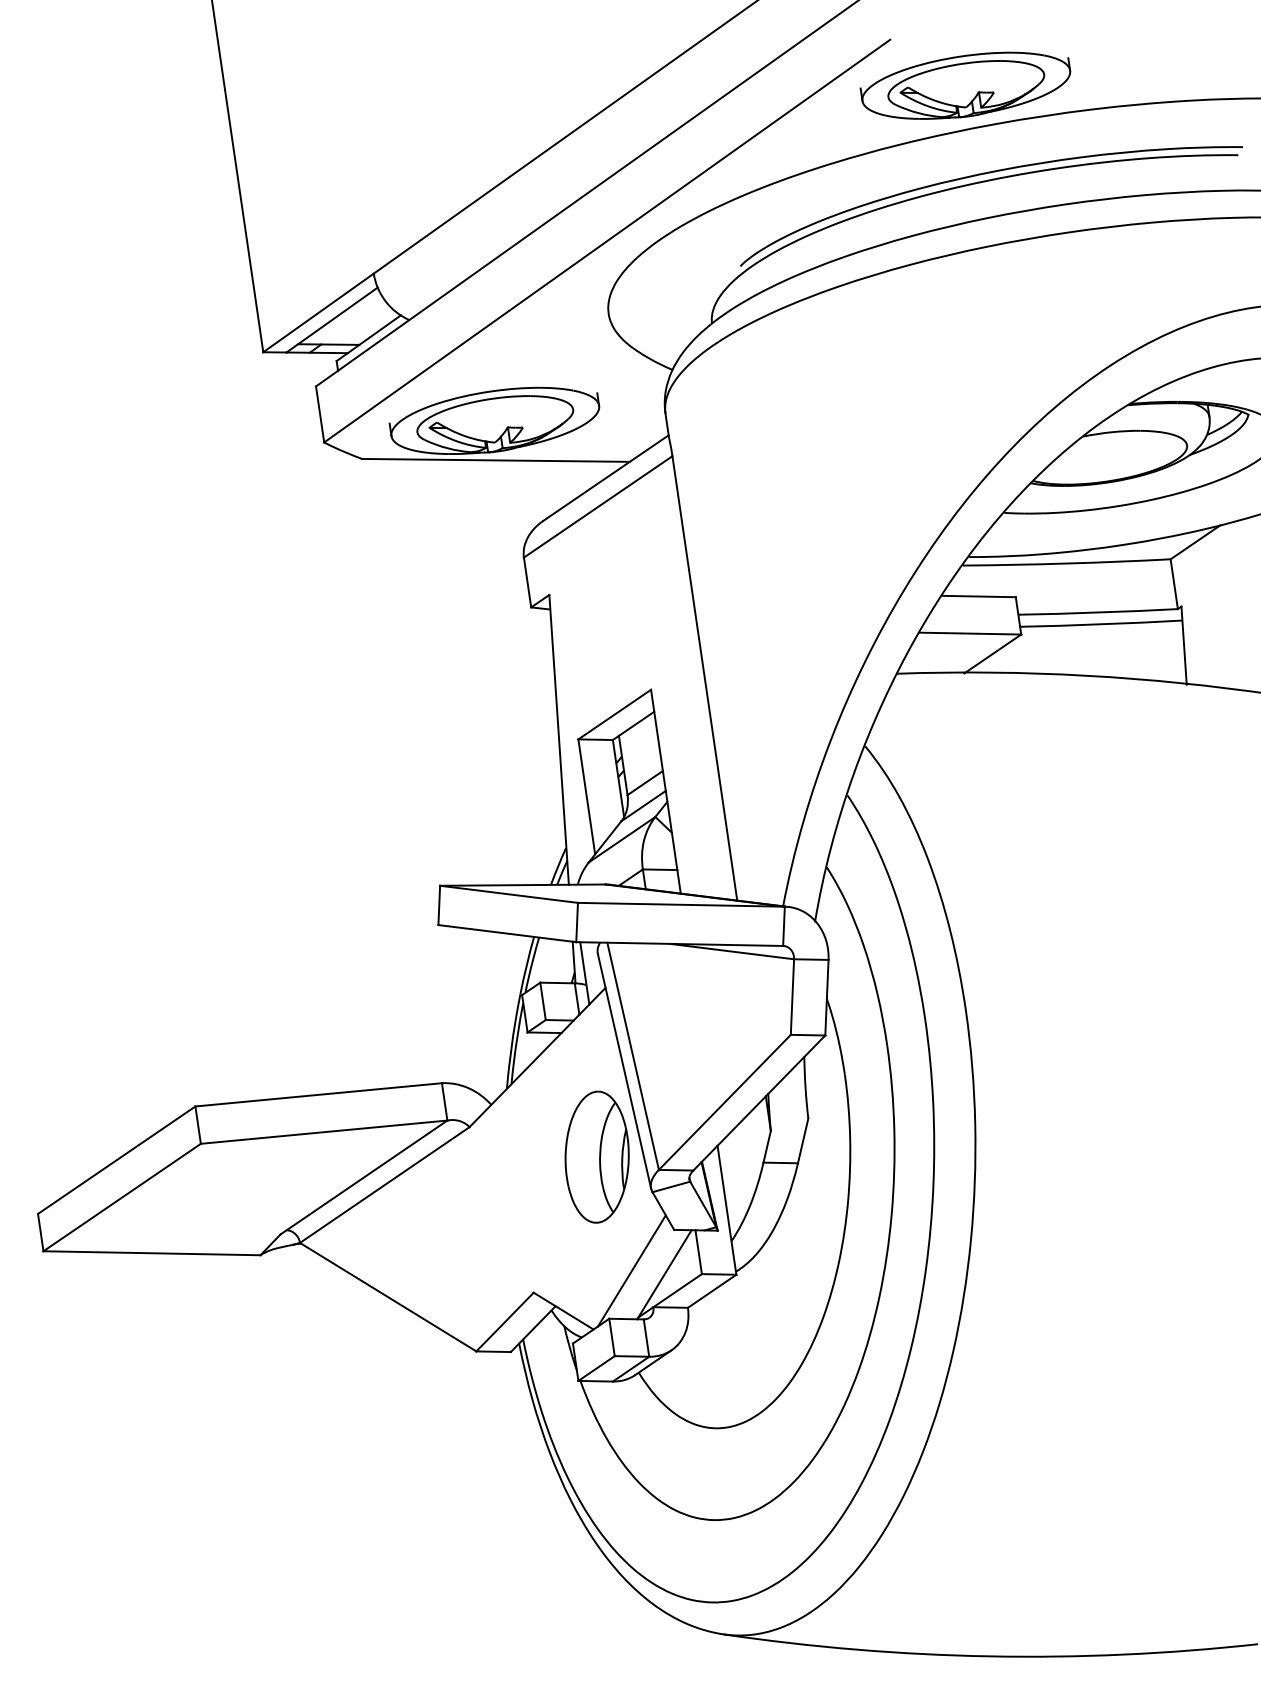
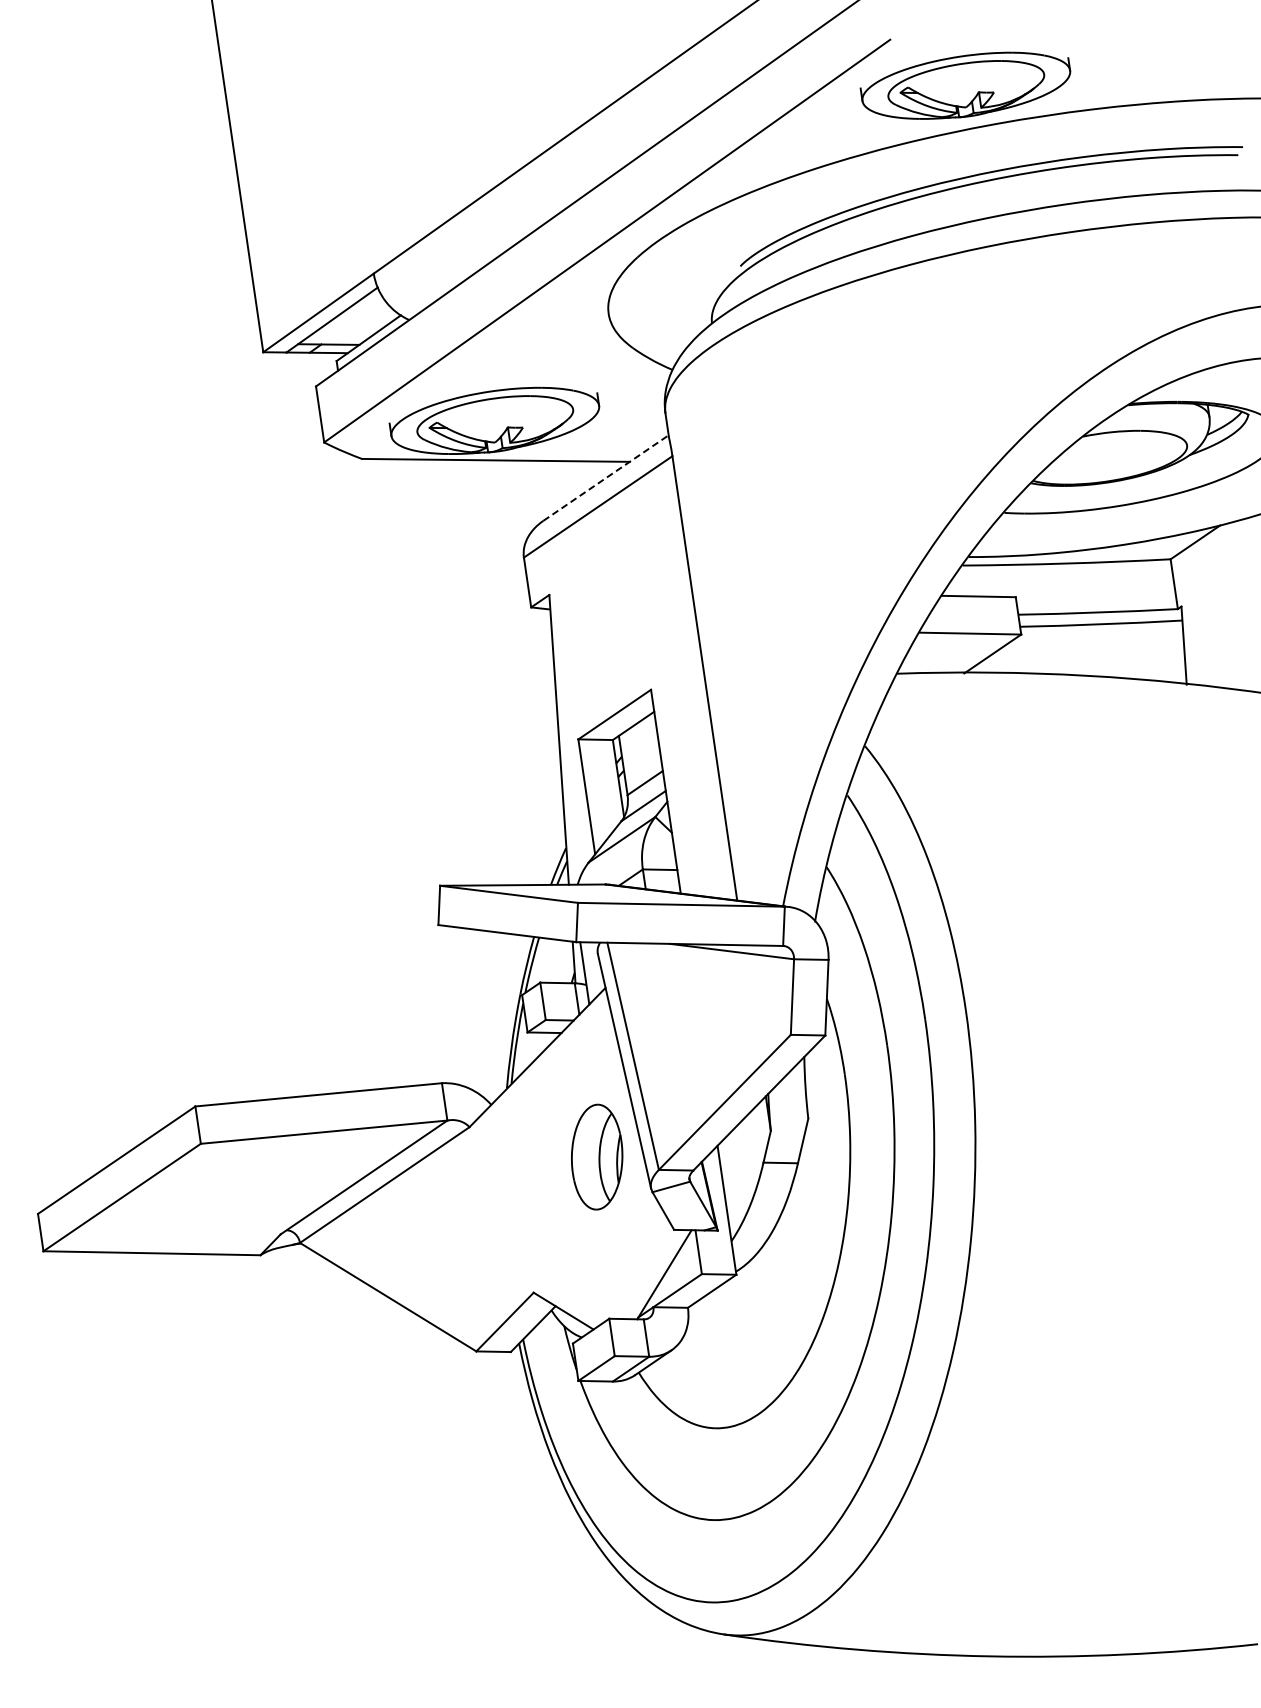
line at (606, 478): solid -> dashed
part at (596, 1156) size: 66x134 px -> 53x108 px
line at (631, 1270): present -> none
